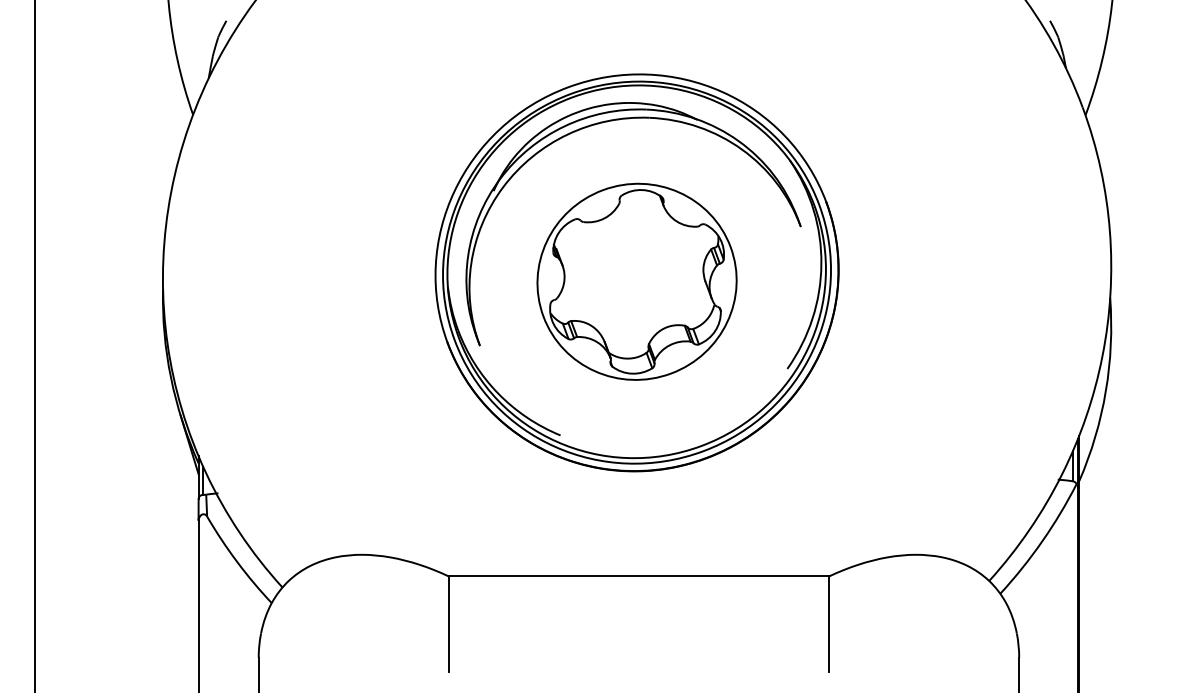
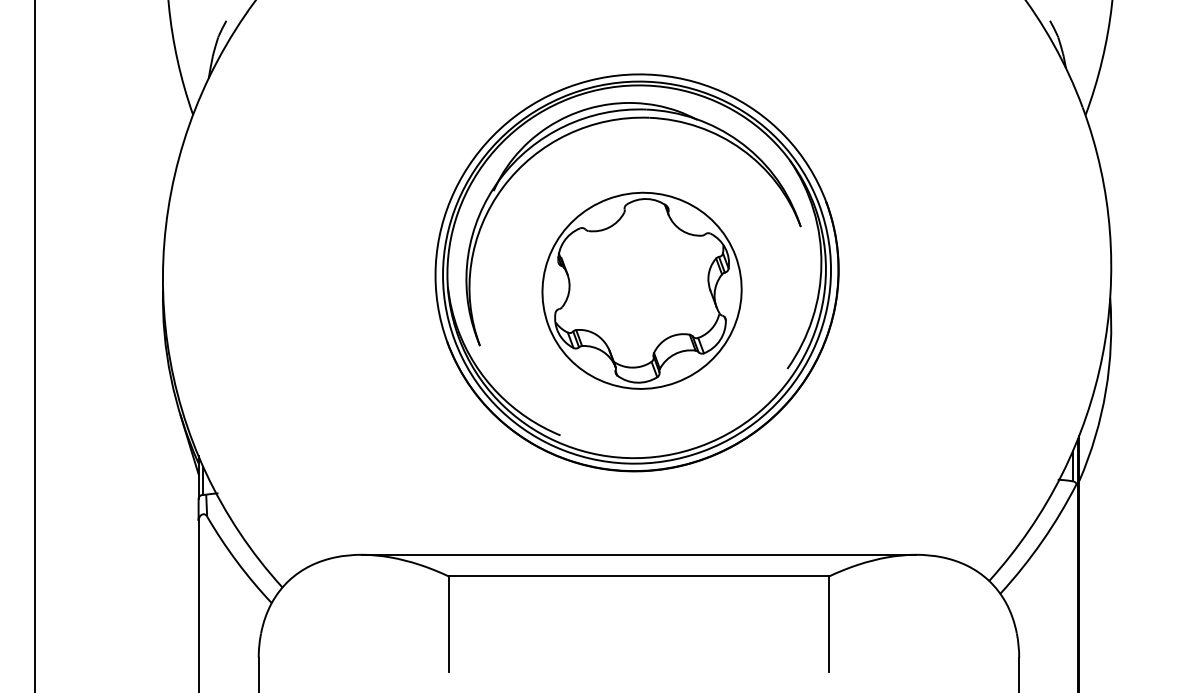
part at (636, 281) position: (636, 281) -> (641, 290)
line at (638, 554): none -> present
